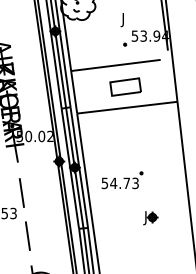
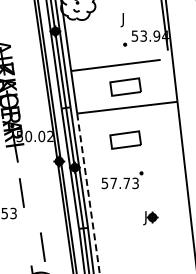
part at (125, 139): none -> present
text at (113, 182): 54.73 -> 57.73
line at (88, 193): solid -> dashed
line at (27, 235) position: (27, 235) -> (42, 246)
